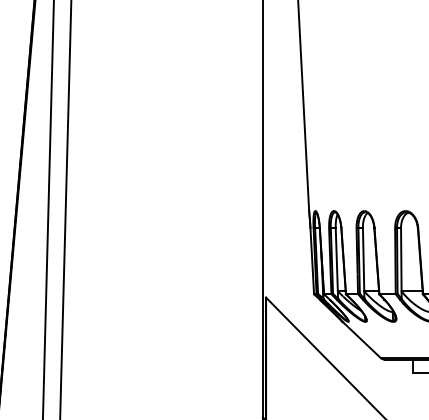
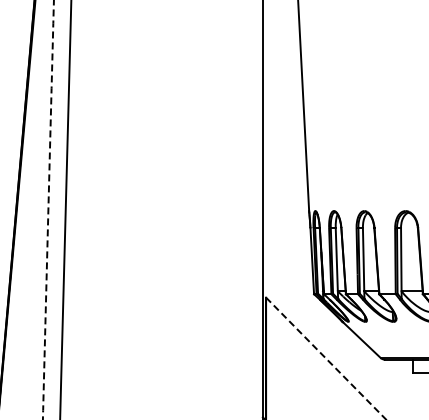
arc at (48, 211): solid -> dashed
line at (326, 358): solid -> dashed
